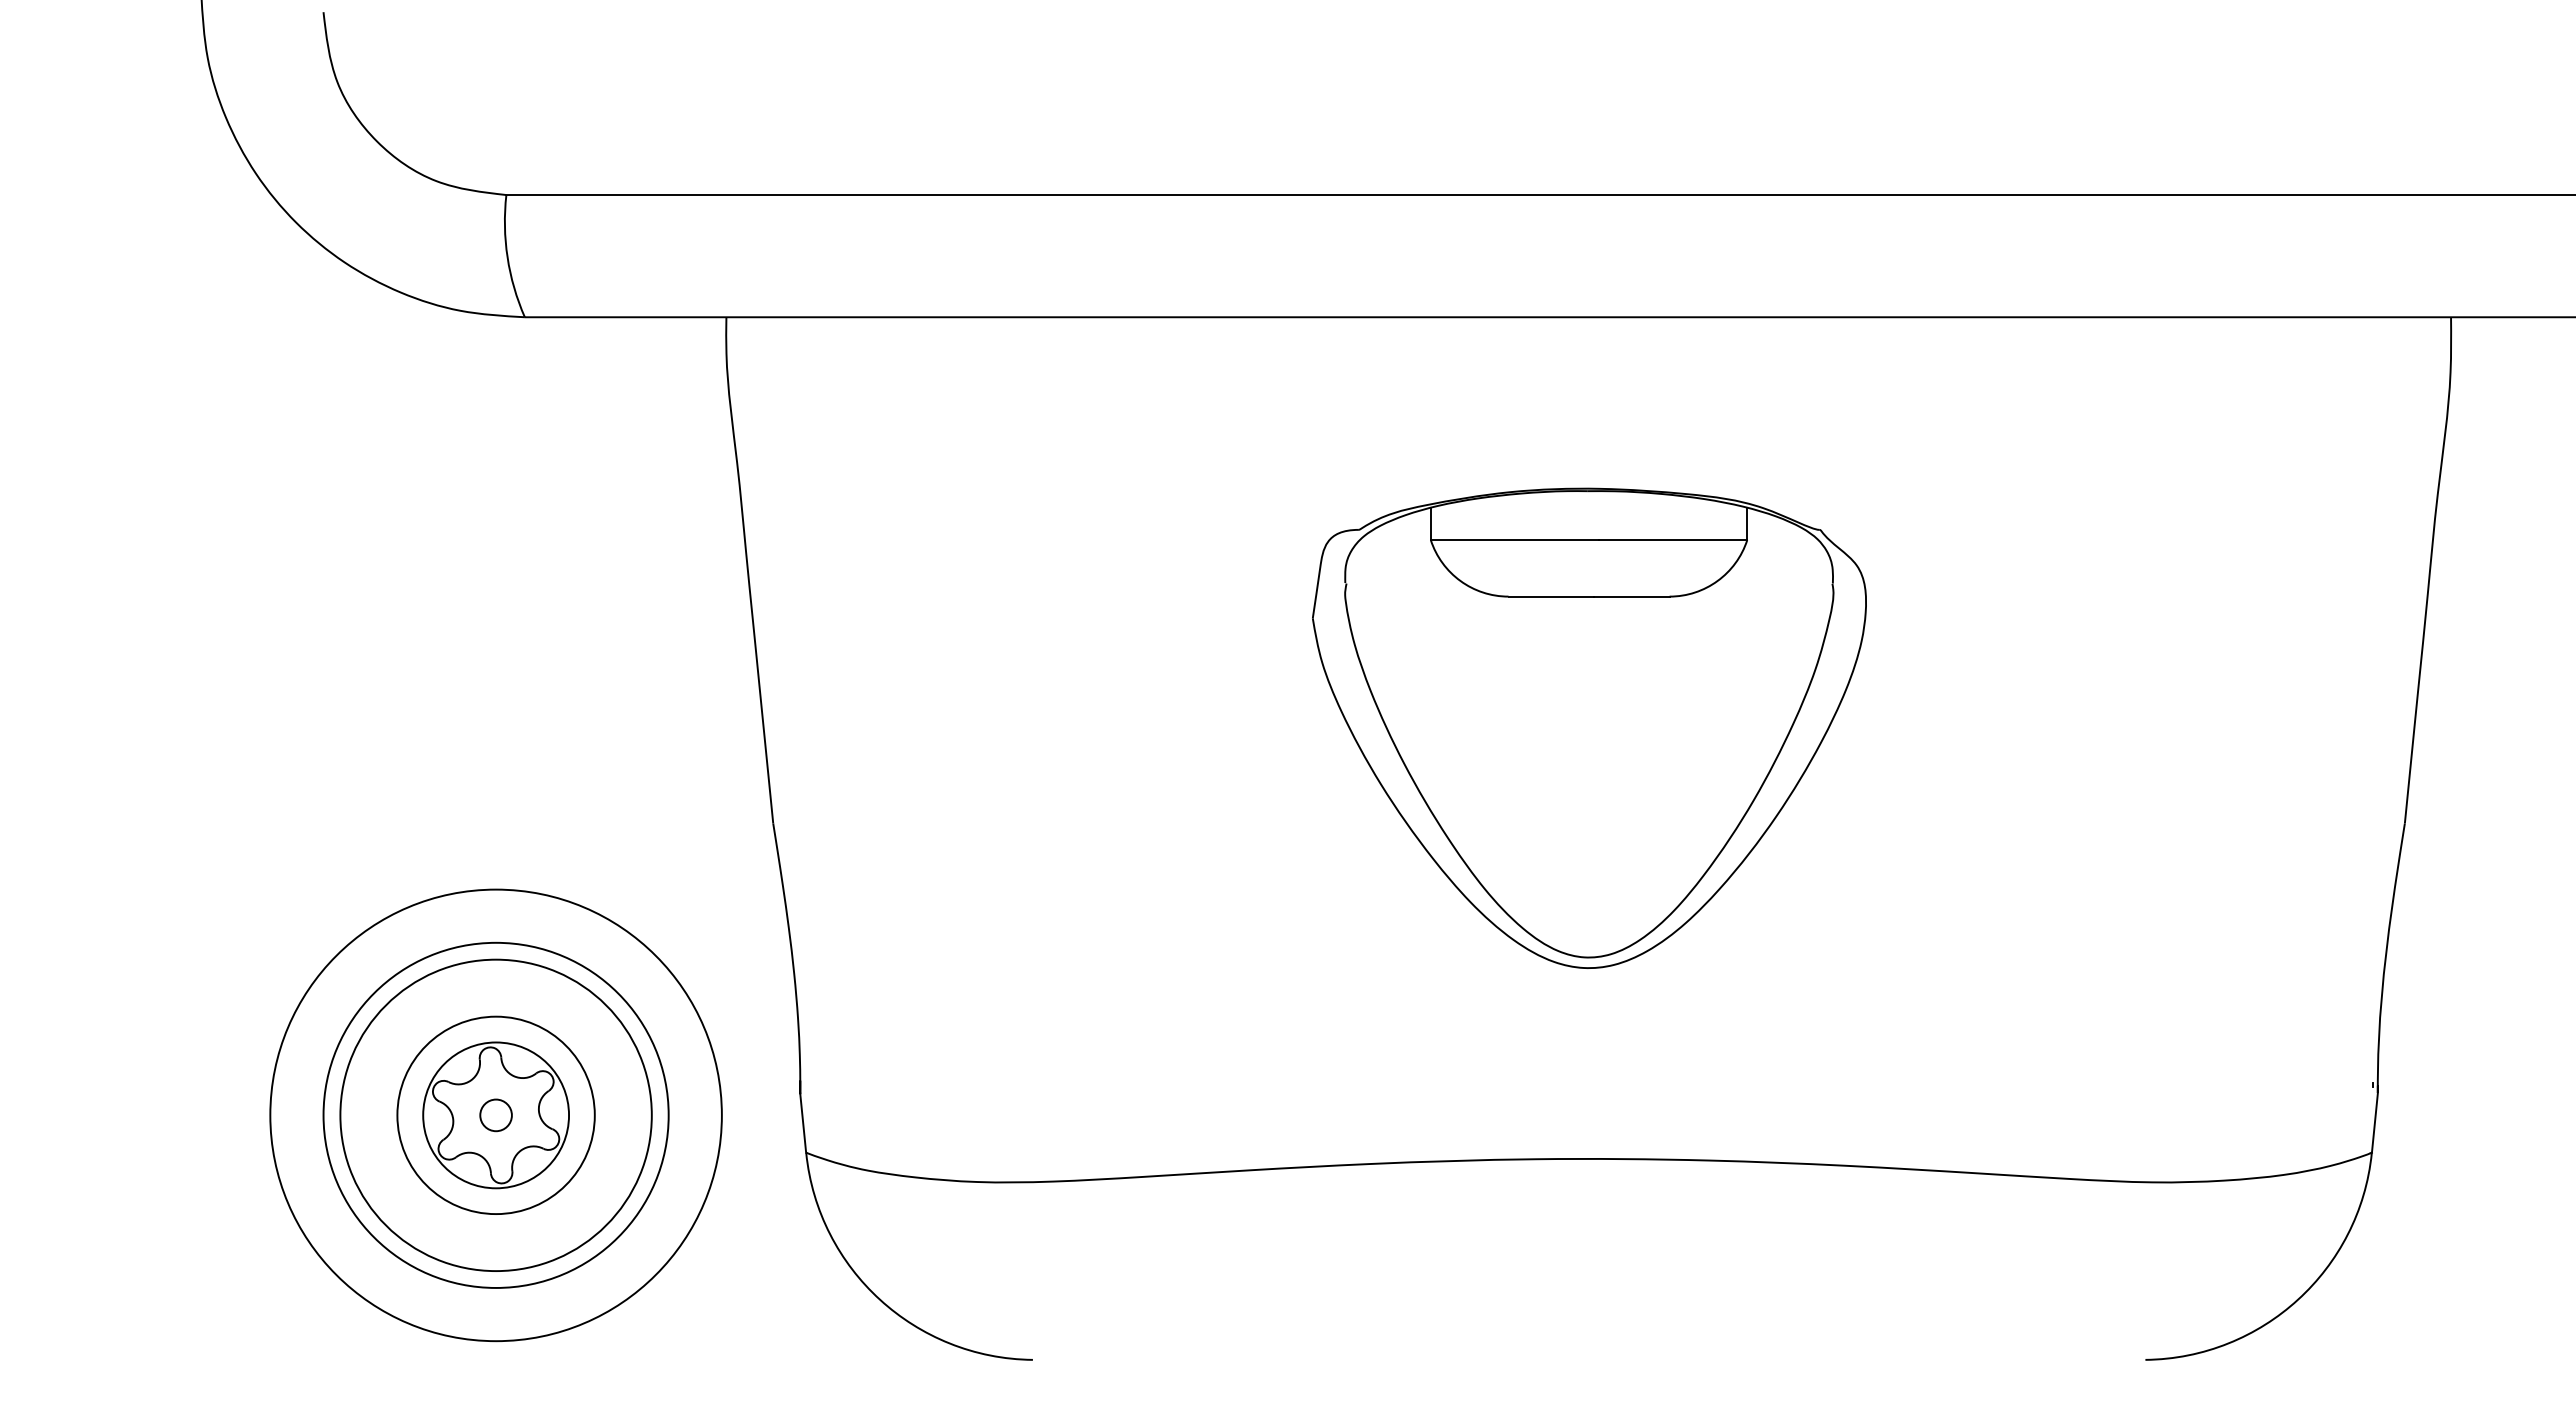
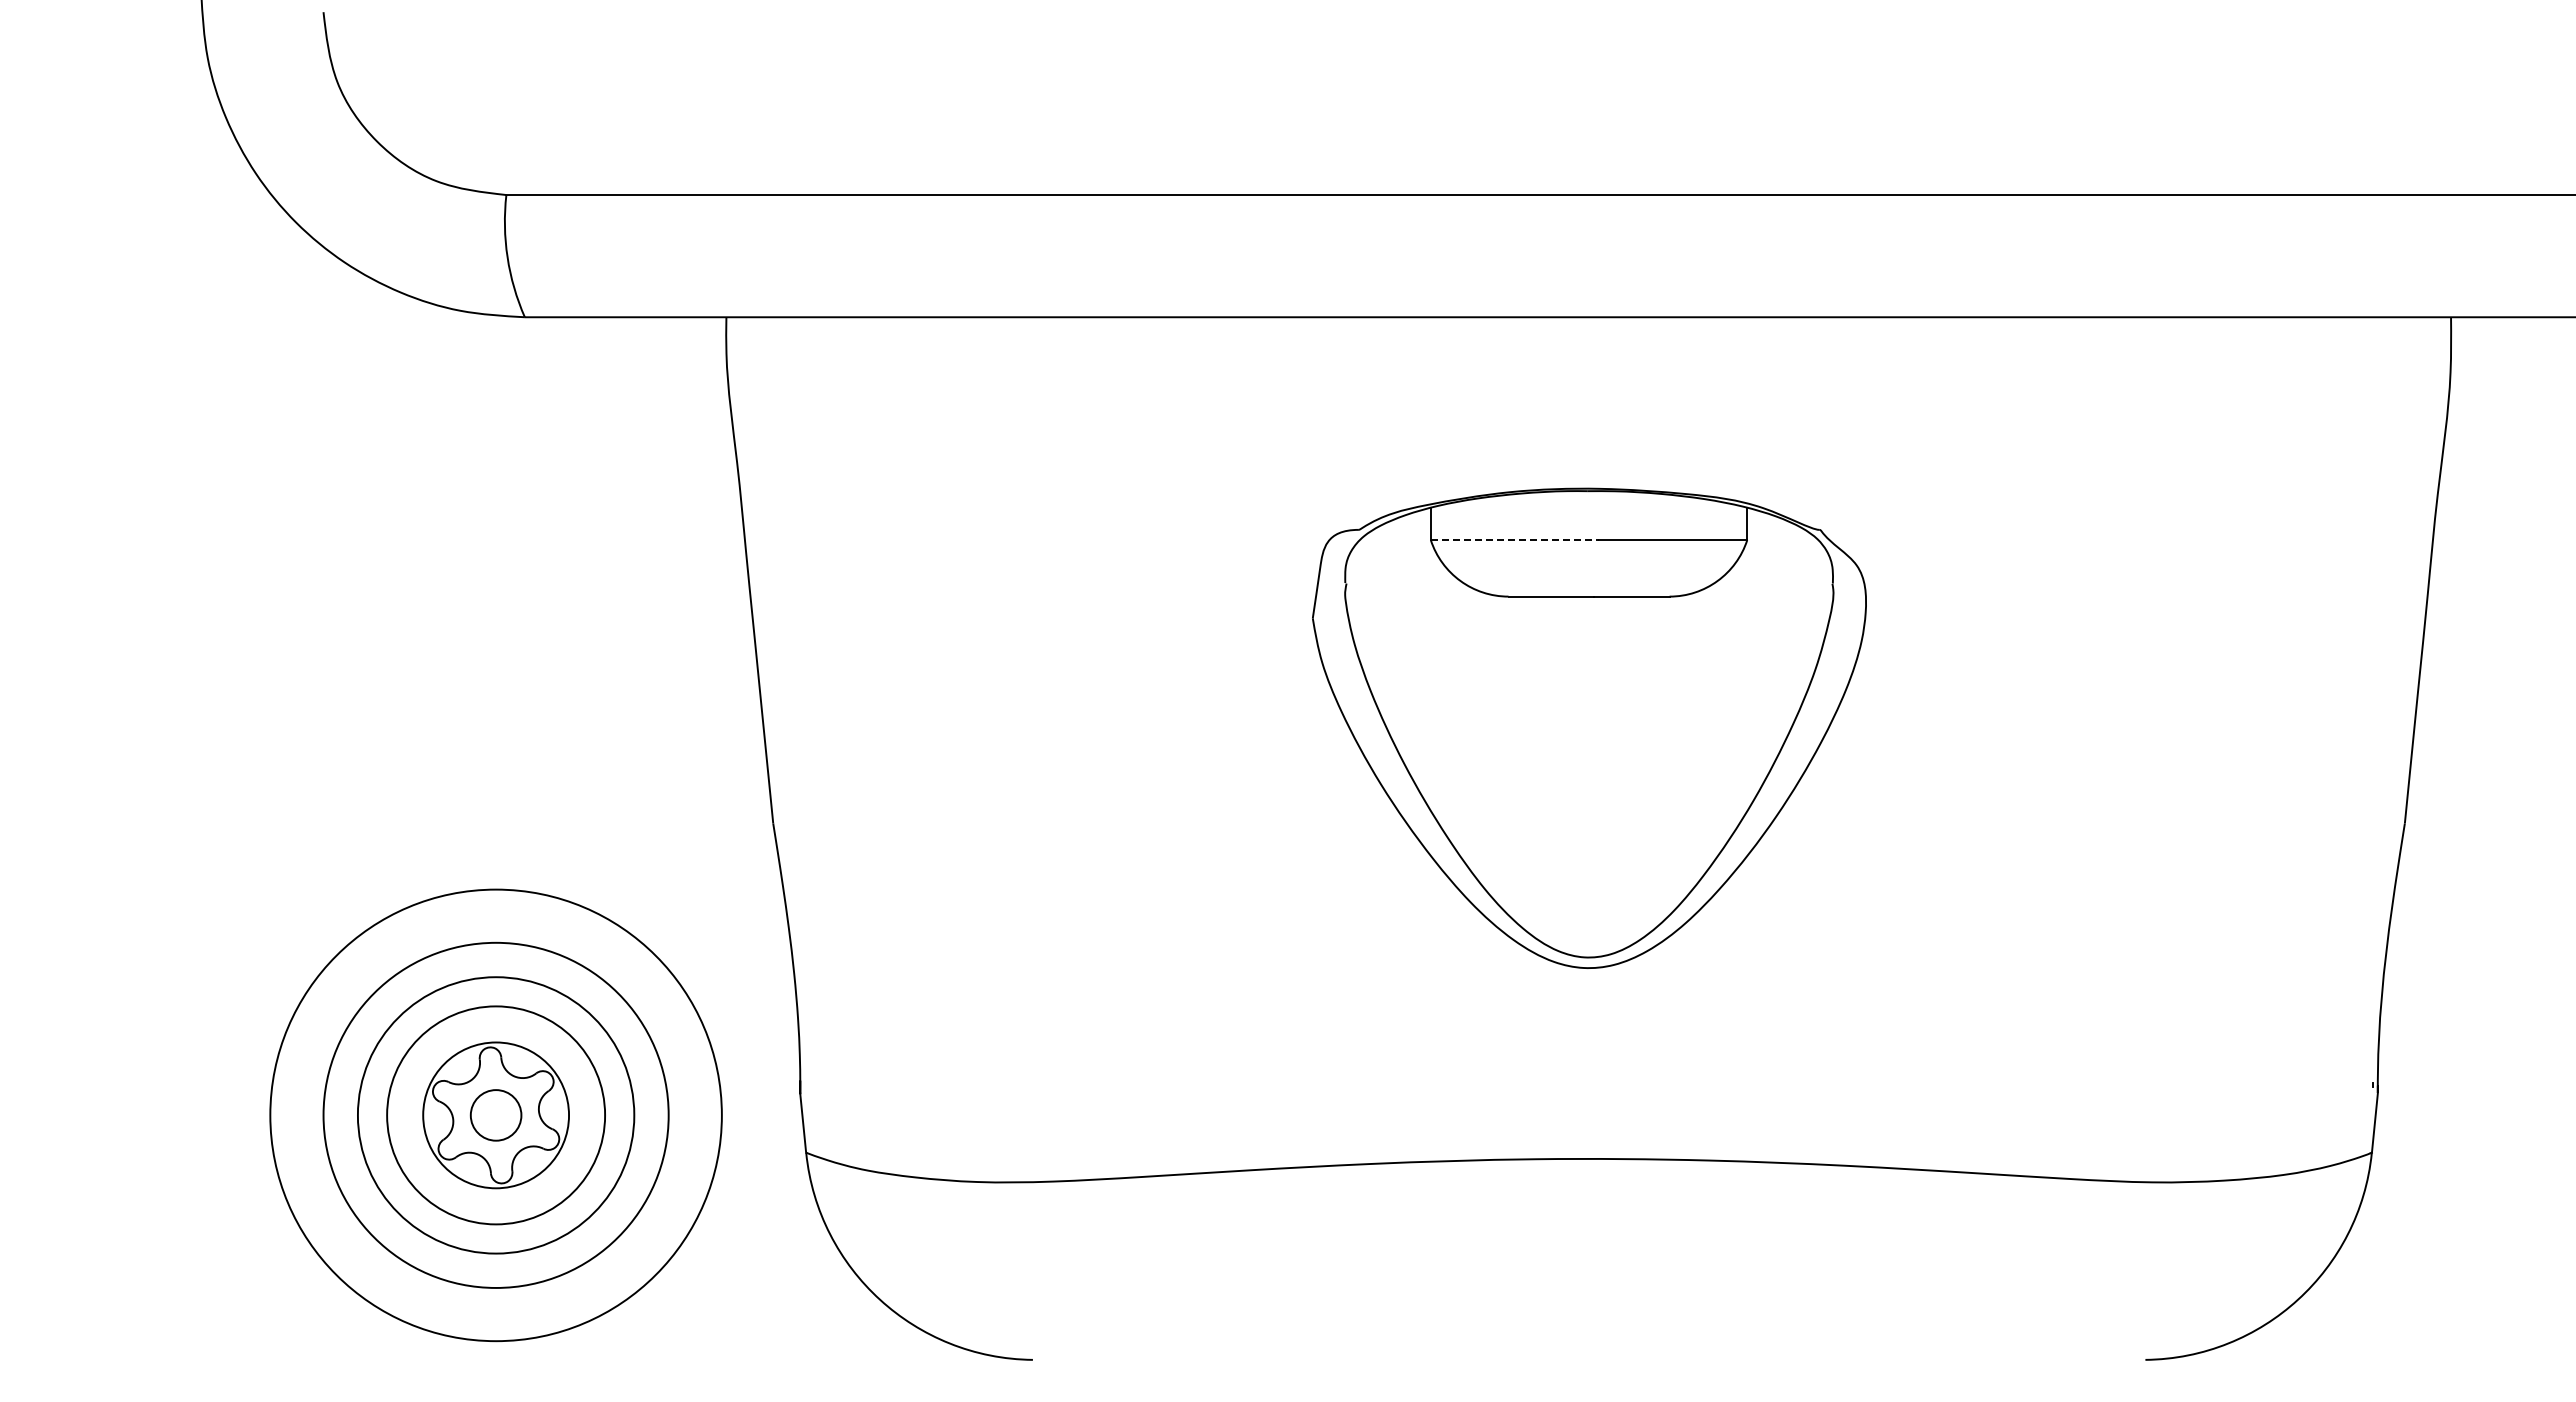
line at (1515, 540): solid -> dashed
circle at (495, 1115) diameter: 197 px -> 276 px
circle at (495, 1115) diameter: 311 px -> 218 px
circle at (495, 1115) diameter: 32 px -> 51 px
